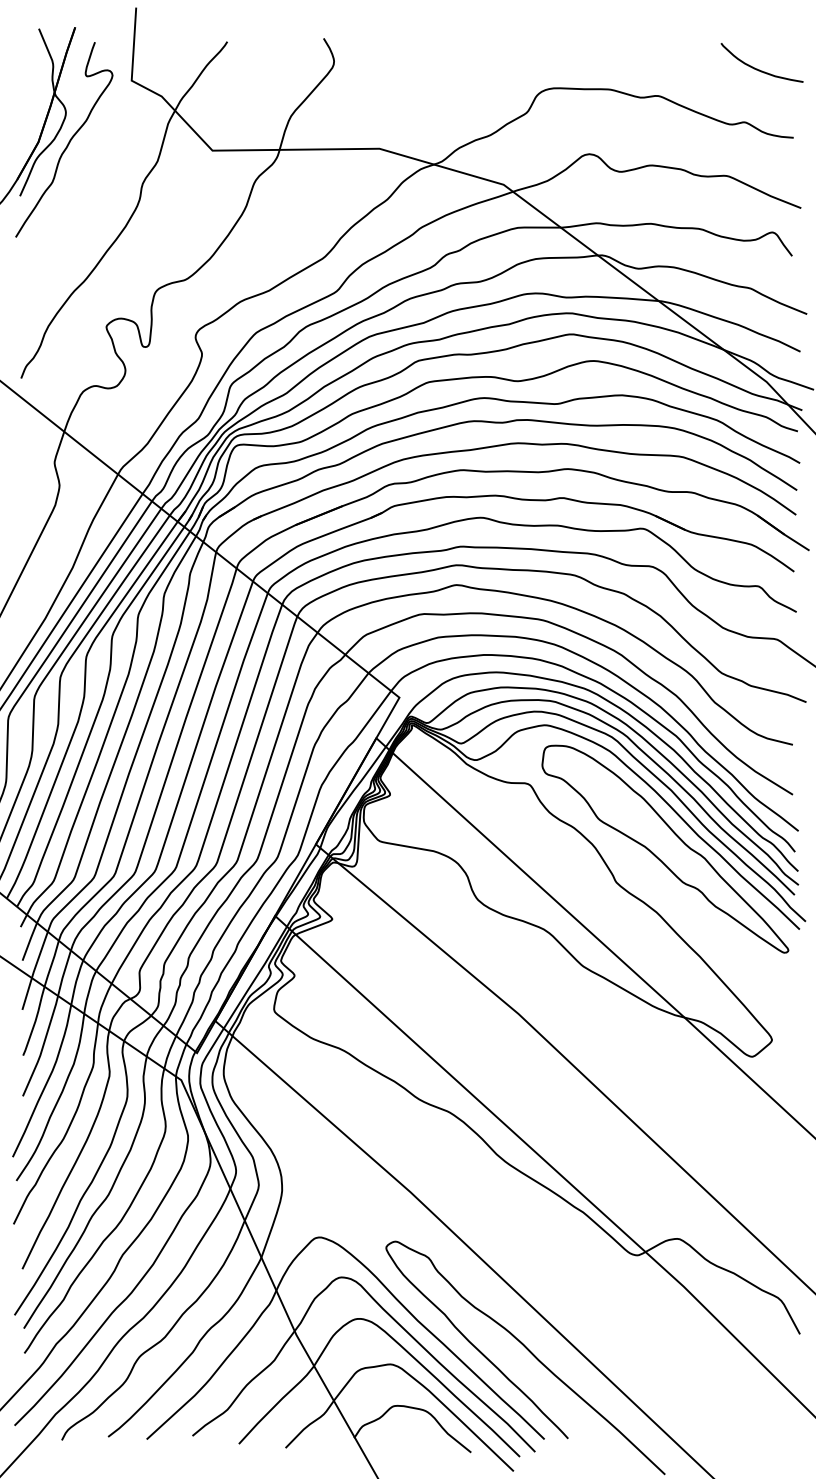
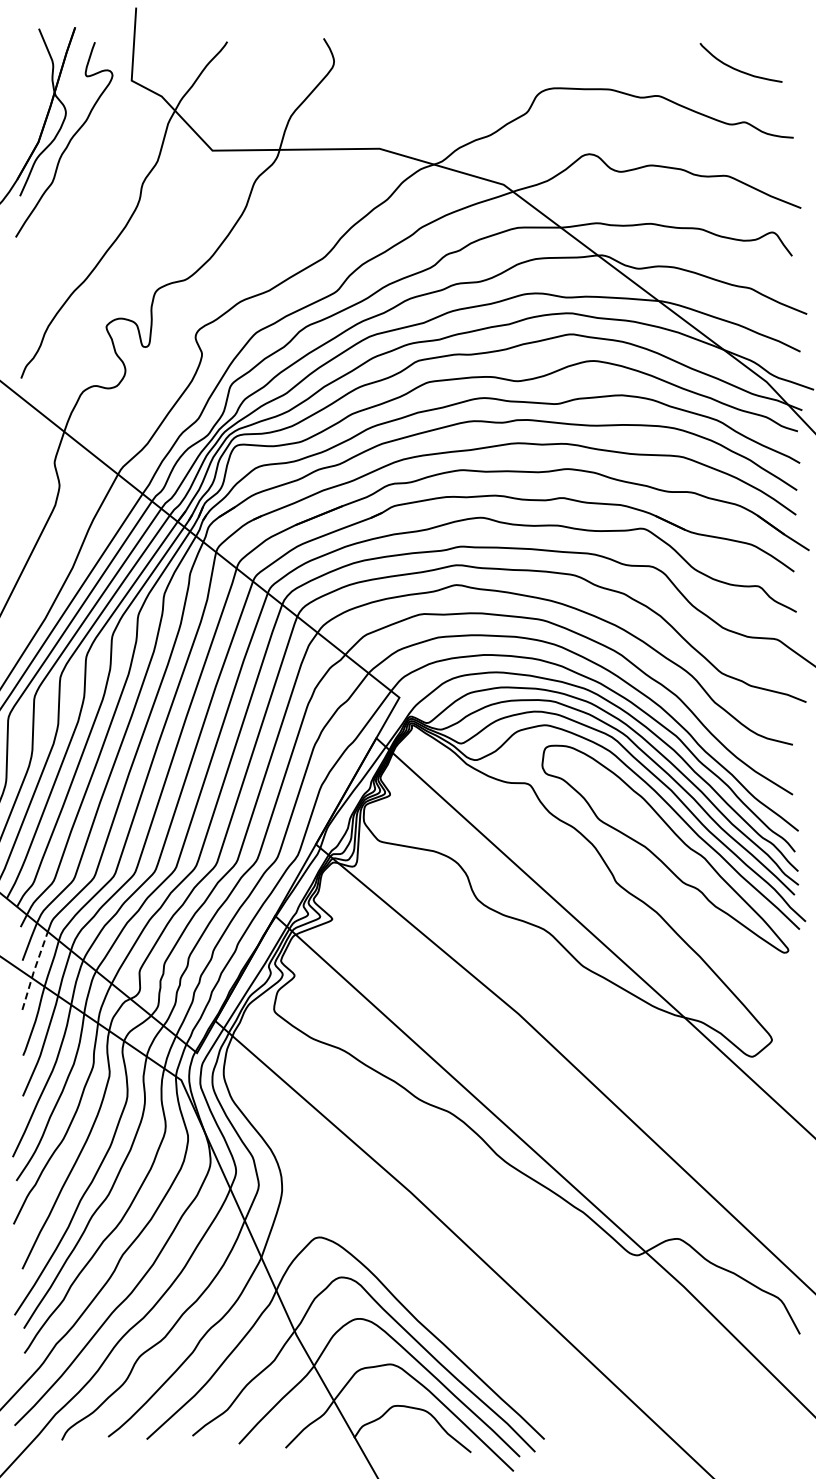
curve at (757, 68) position: (757, 68) -> (736, 68)
line at (34, 971): solid -> dashed
curve at (529, 1352): present -> none
